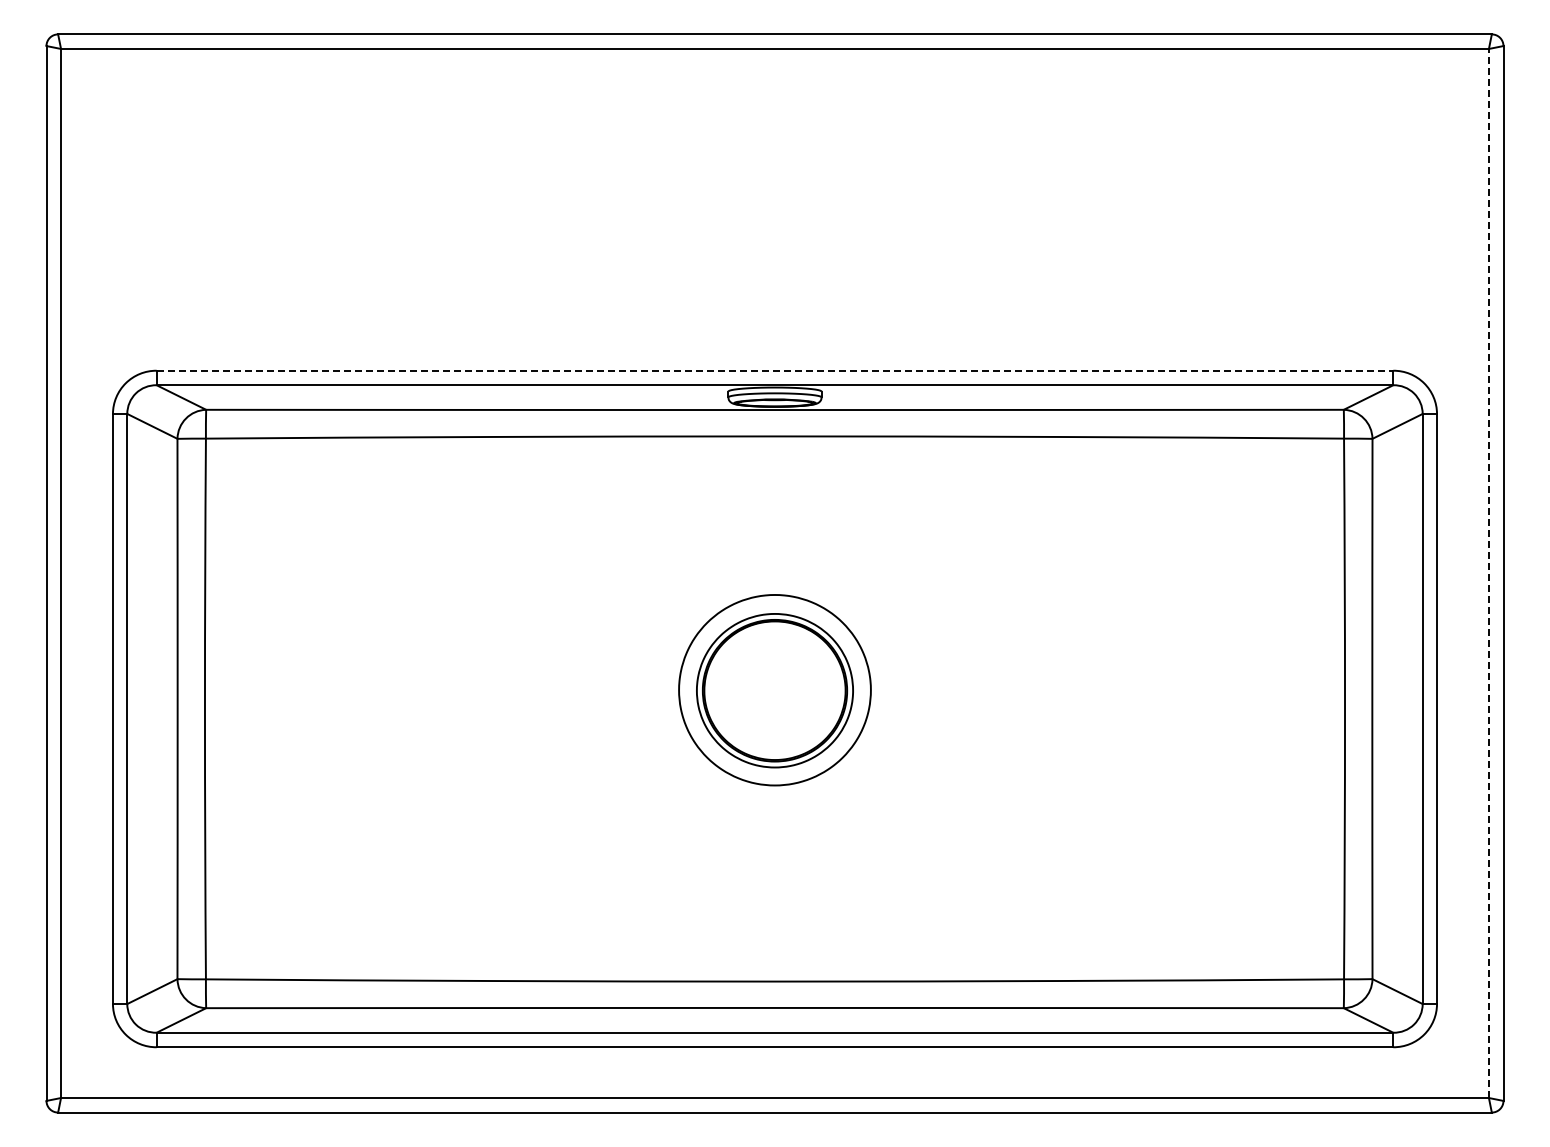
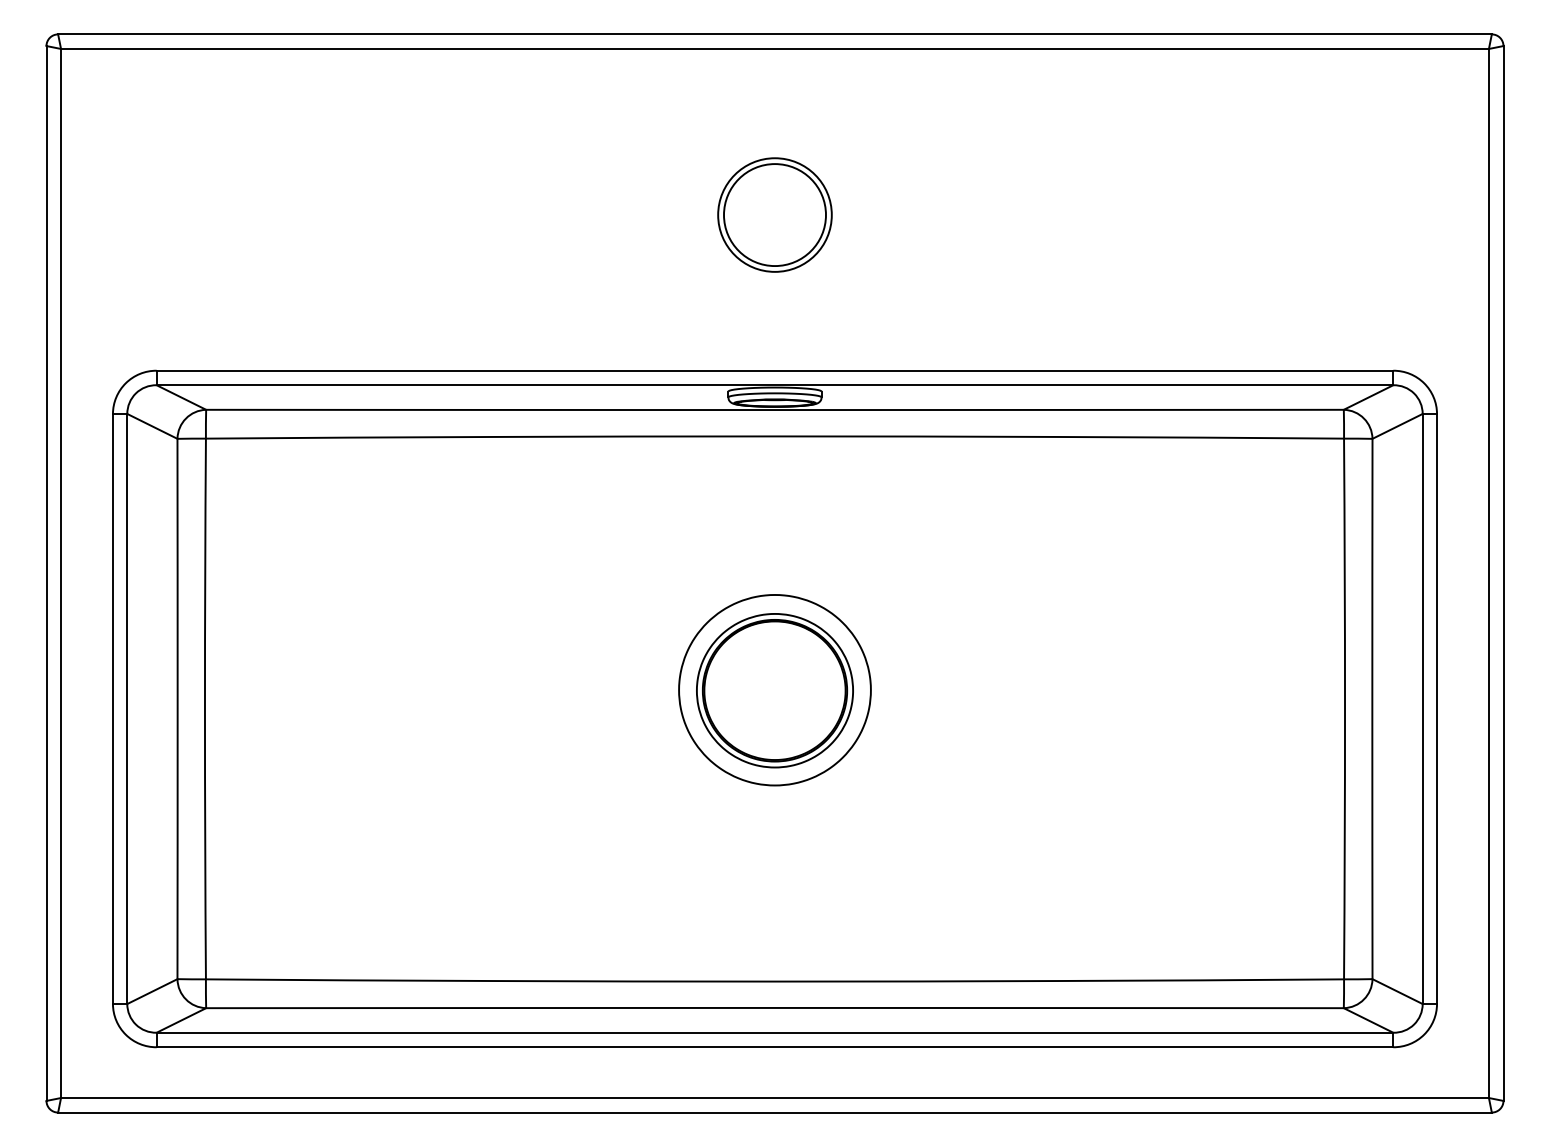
part at (774, 214): none -> present
line at (775, 370): dashed -> solid
line at (1488, 573): dashed -> solid
